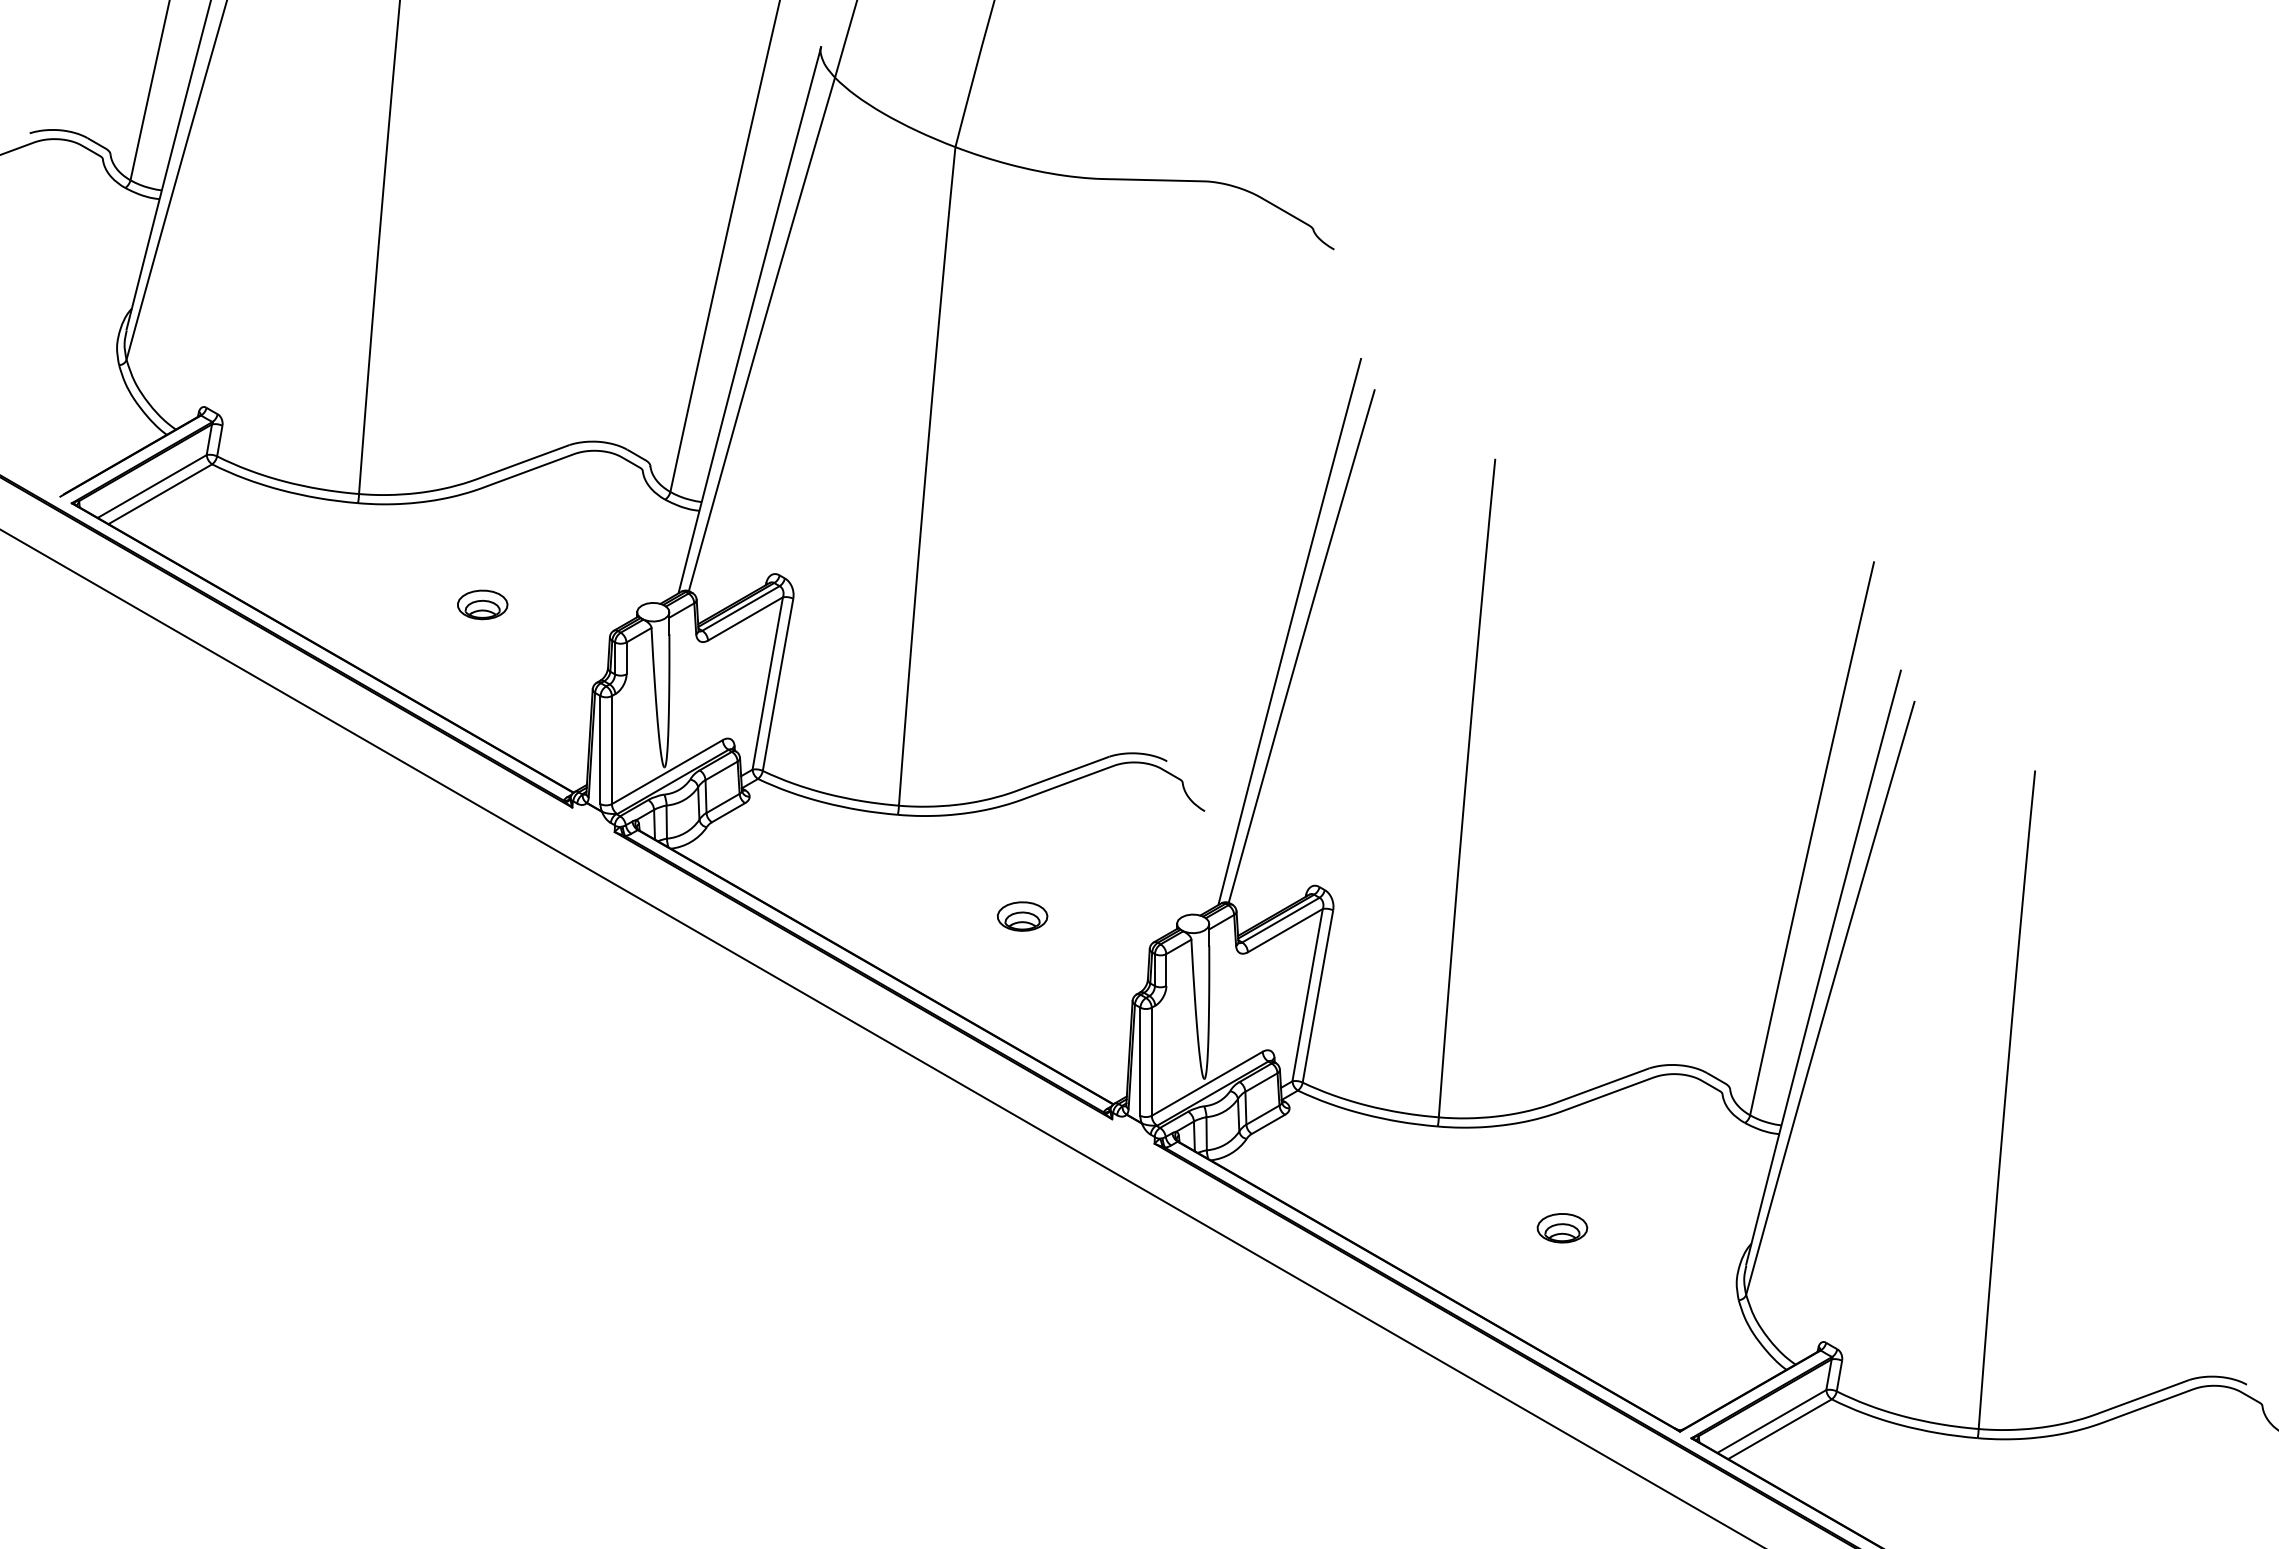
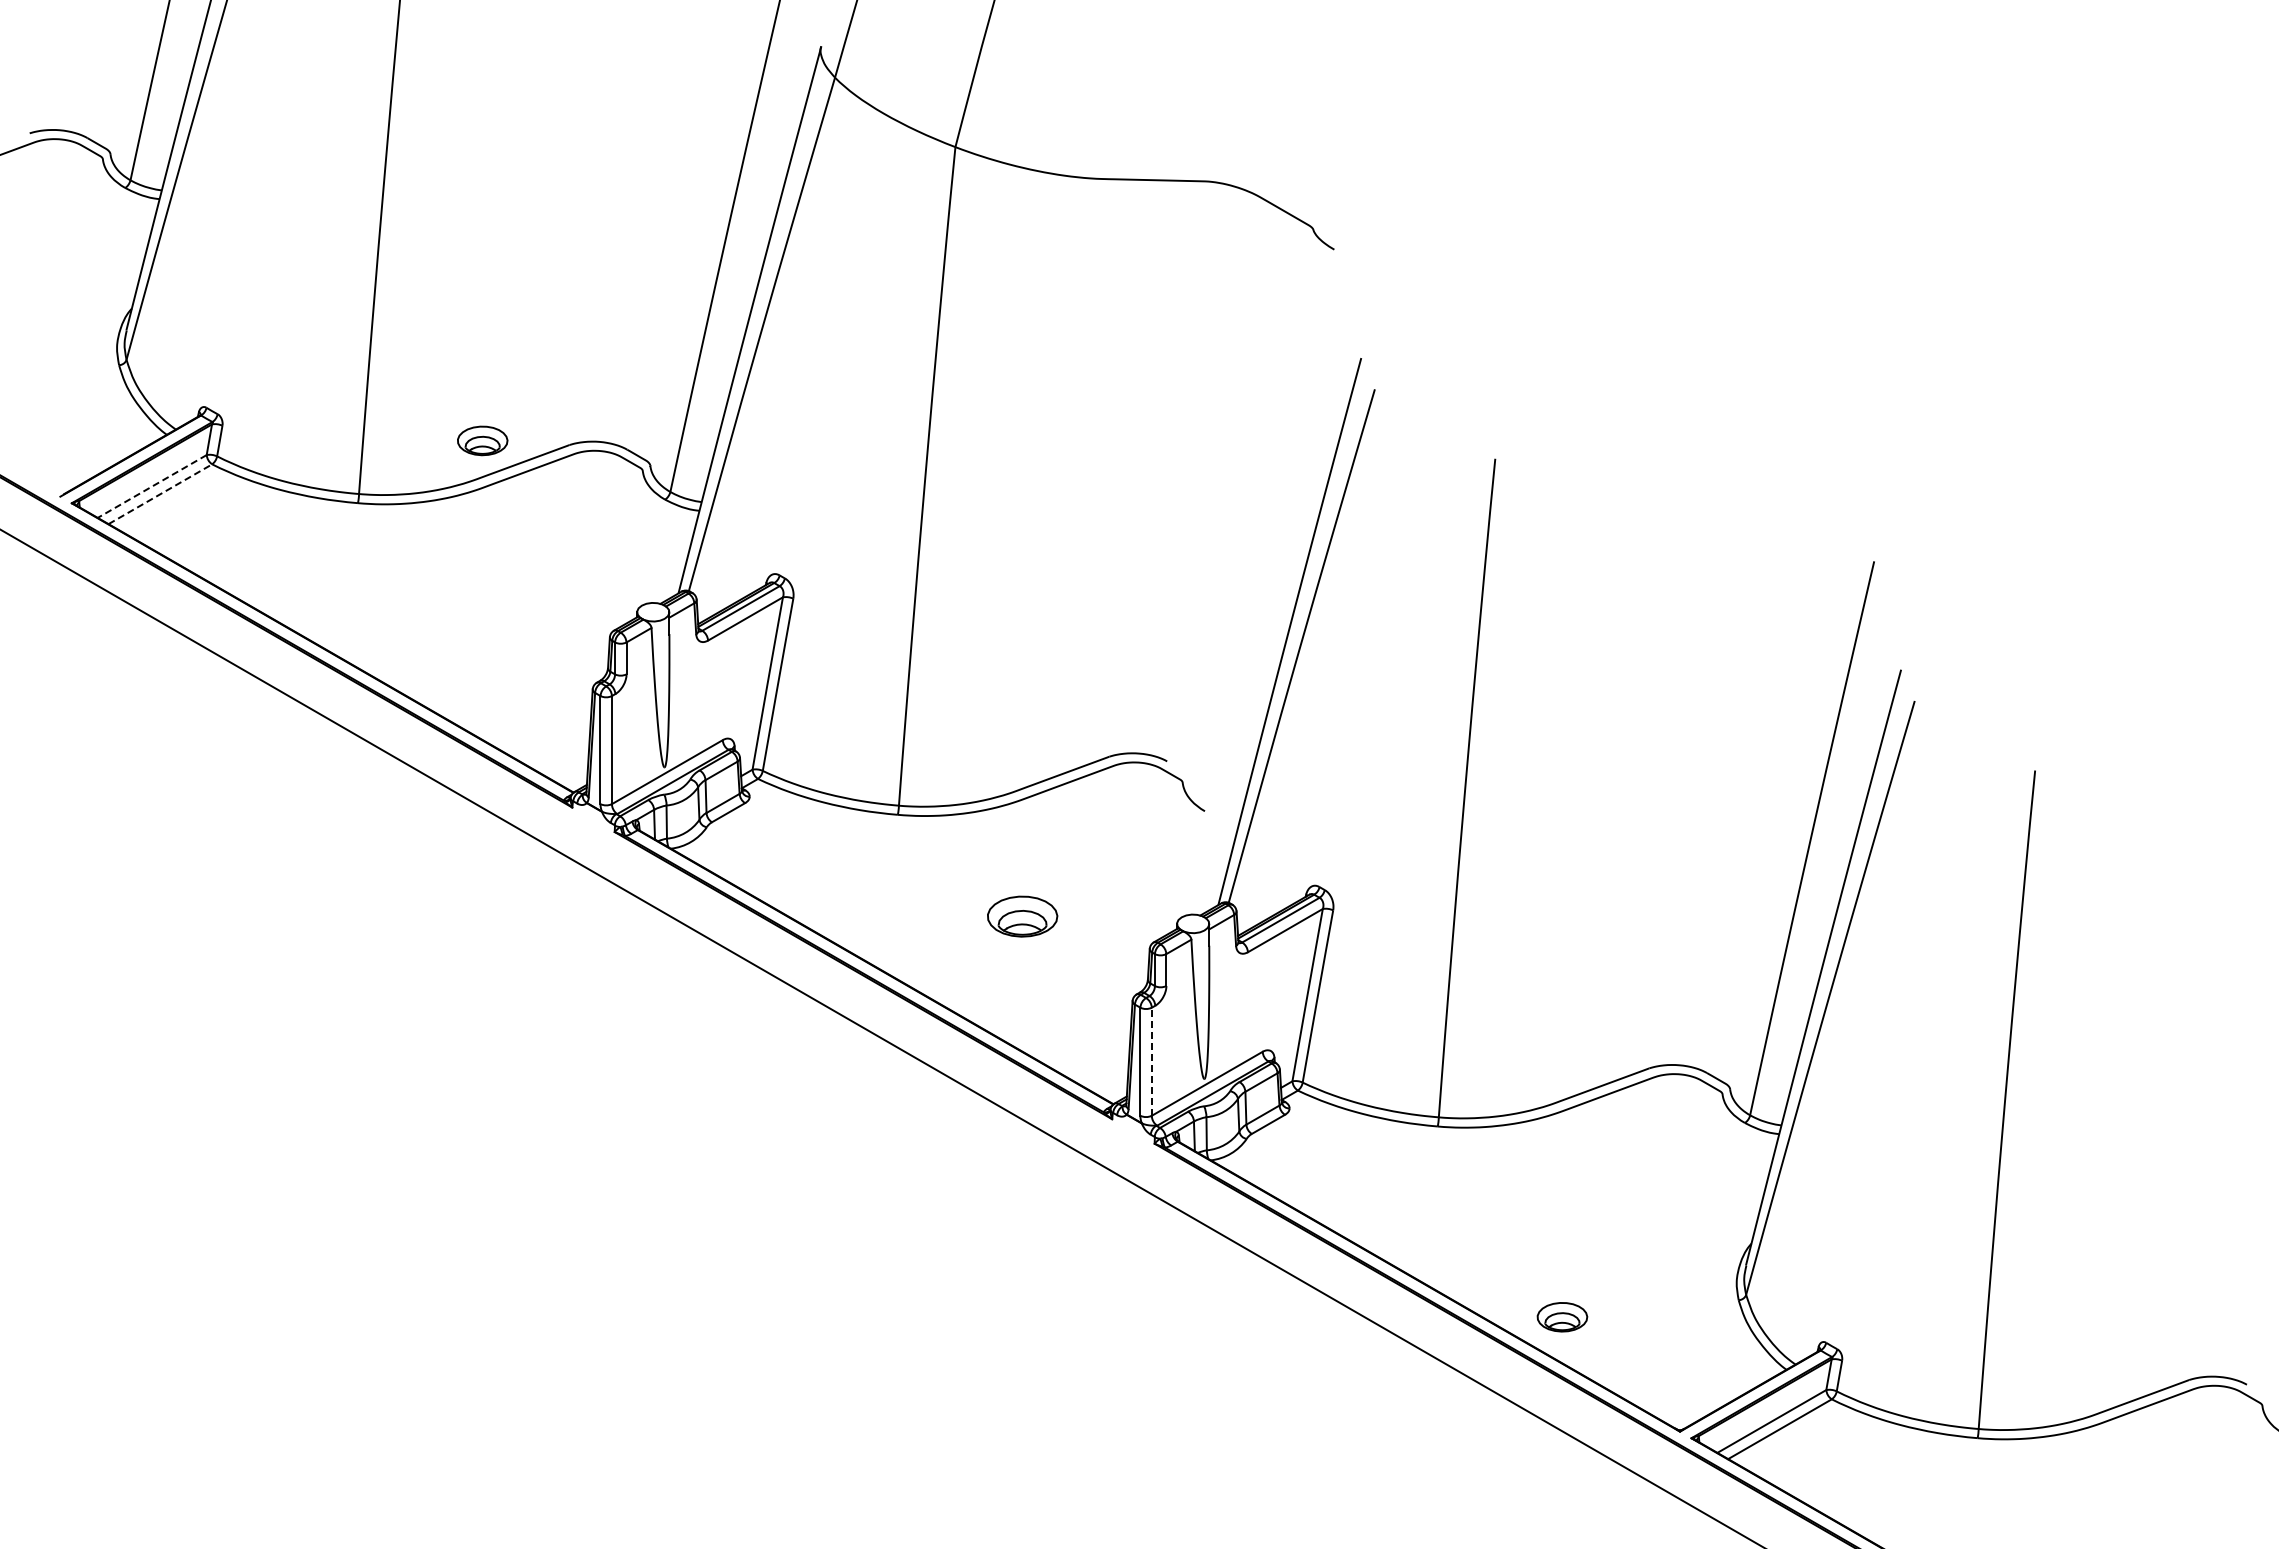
line at (152, 486): solid -> dashed
line at (160, 494): solid -> dashed
part at (482, 604) position: (482, 604) -> (482, 440)
part at (1022, 916) size: 53x31 px -> 72x43 px
line at (1151, 1061): solid -> dashed
part at (1562, 1228) position: (1562, 1228) -> (1562, 1317)
